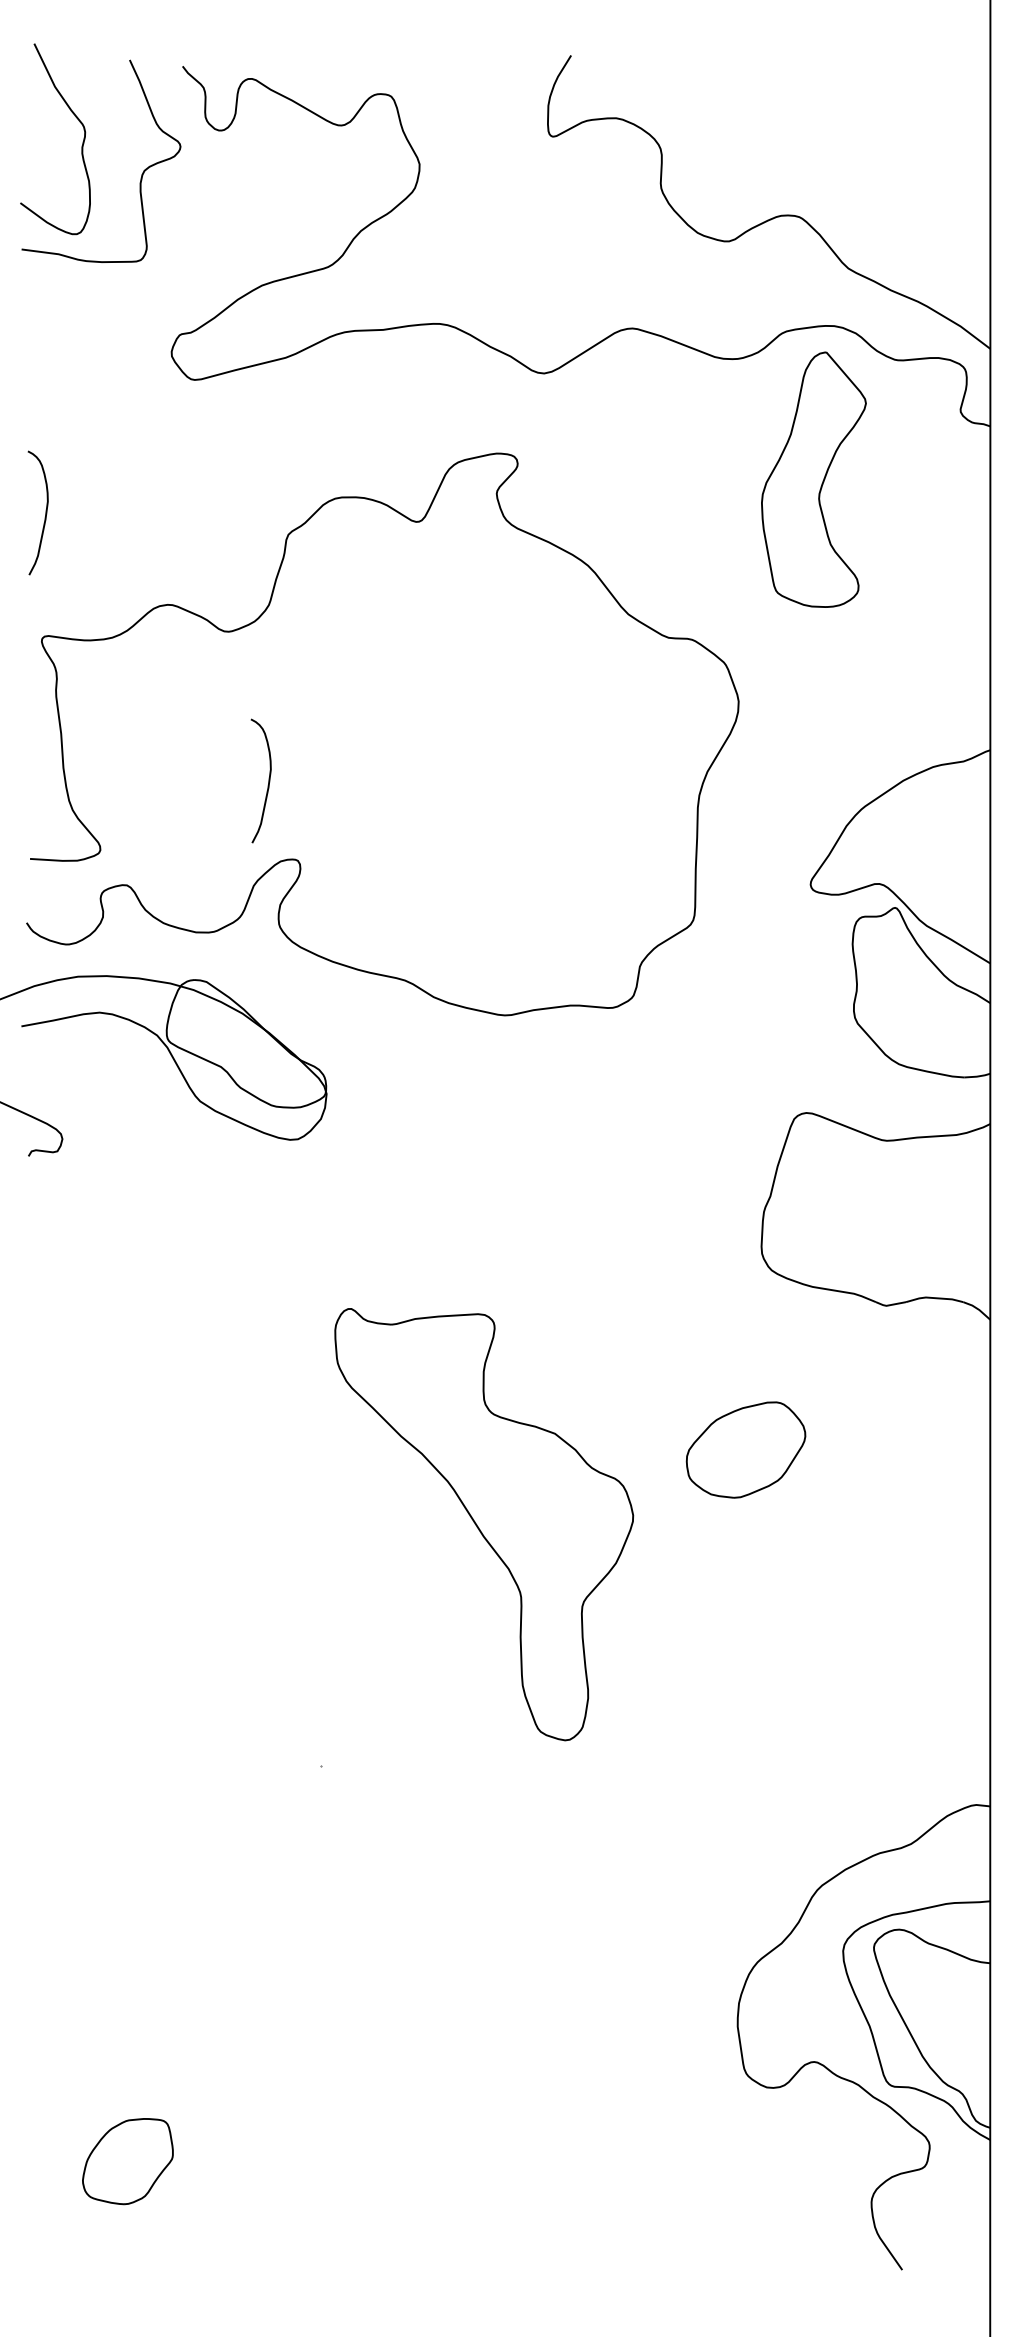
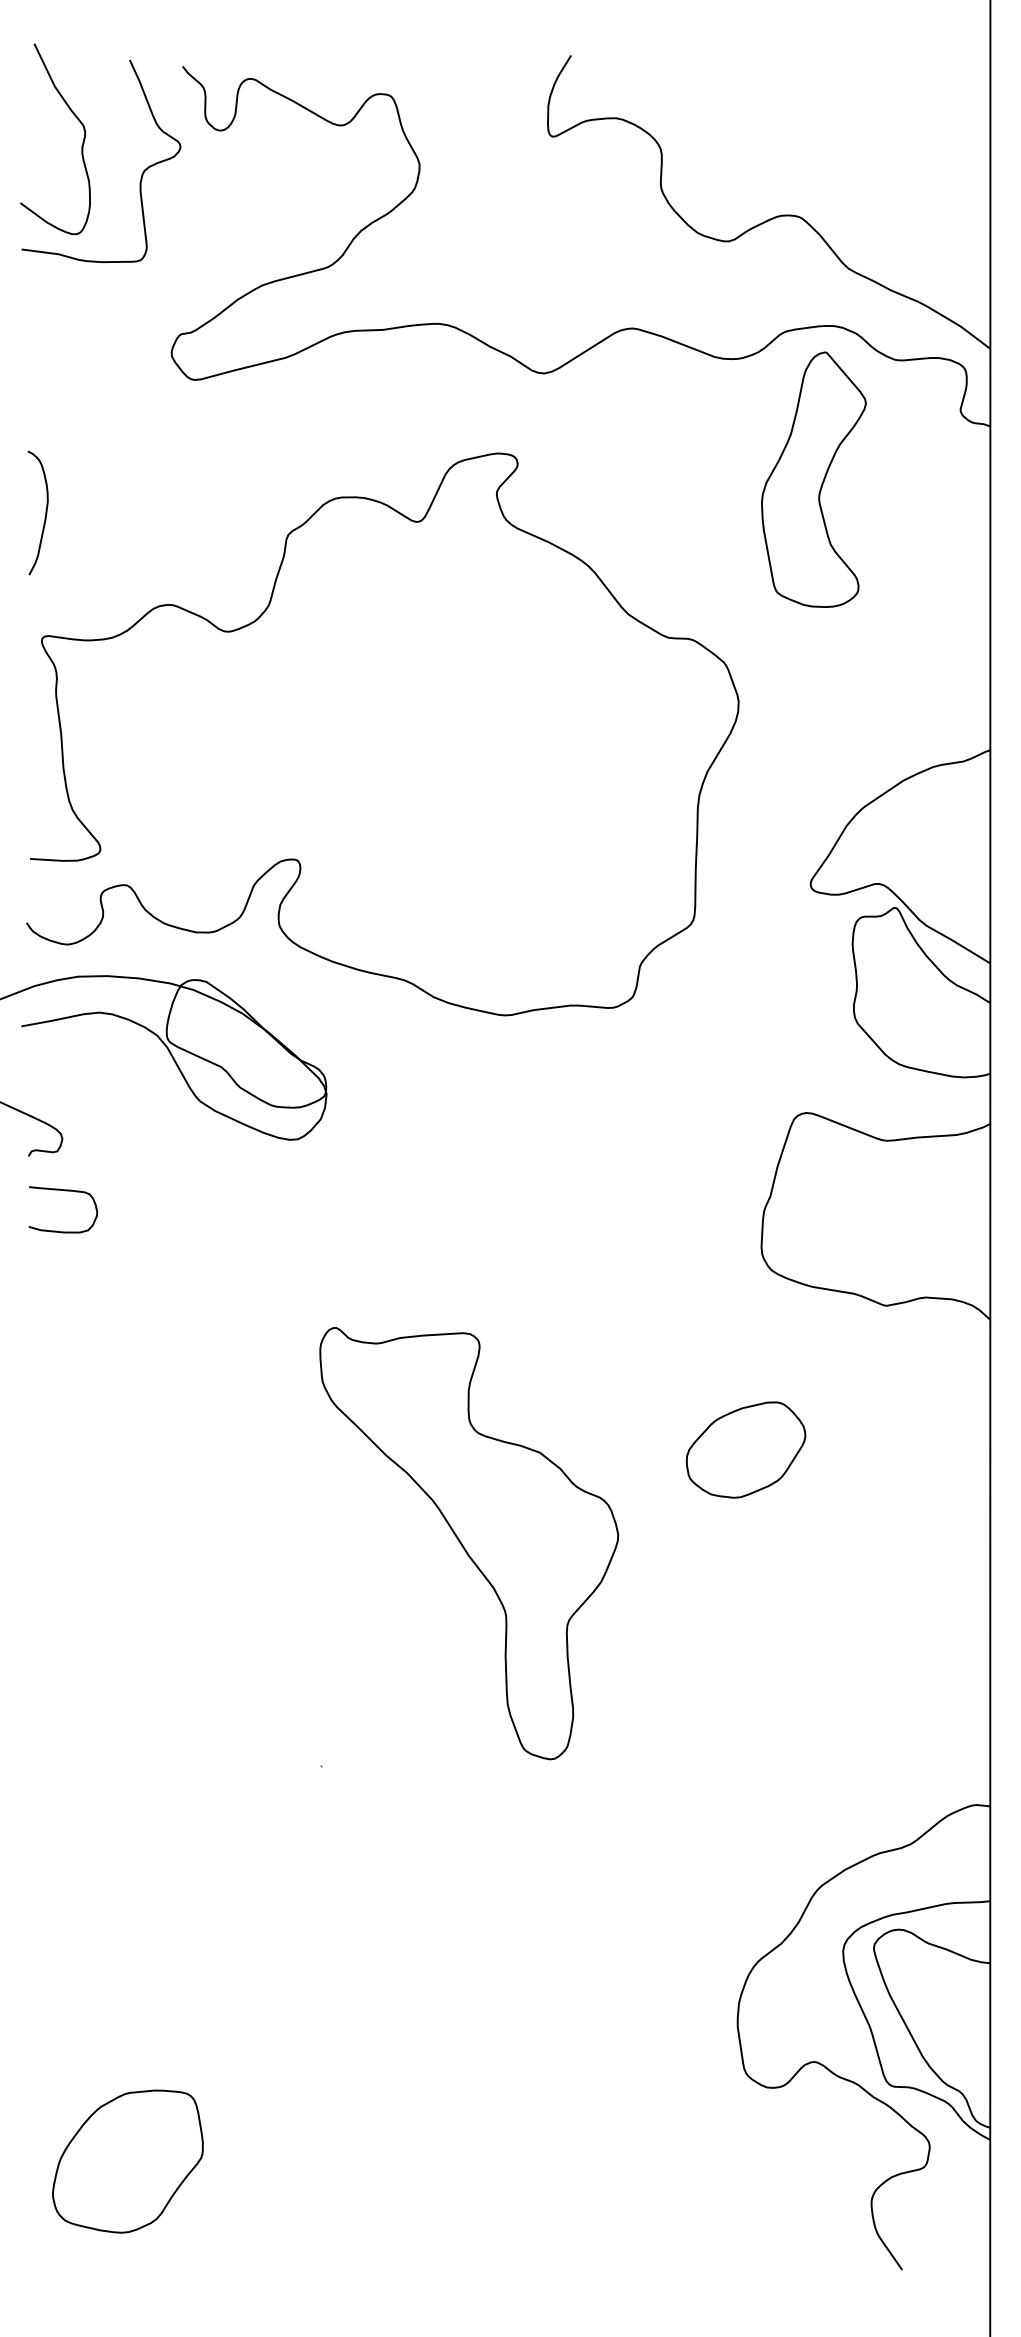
curve at (268, 780): present -> none
curve at (64, 1191): none -> present
part at (484, 1524) position: (484, 1524) -> (469, 1543)
part at (127, 2161) size: 92x88 px -> 152x145 px
